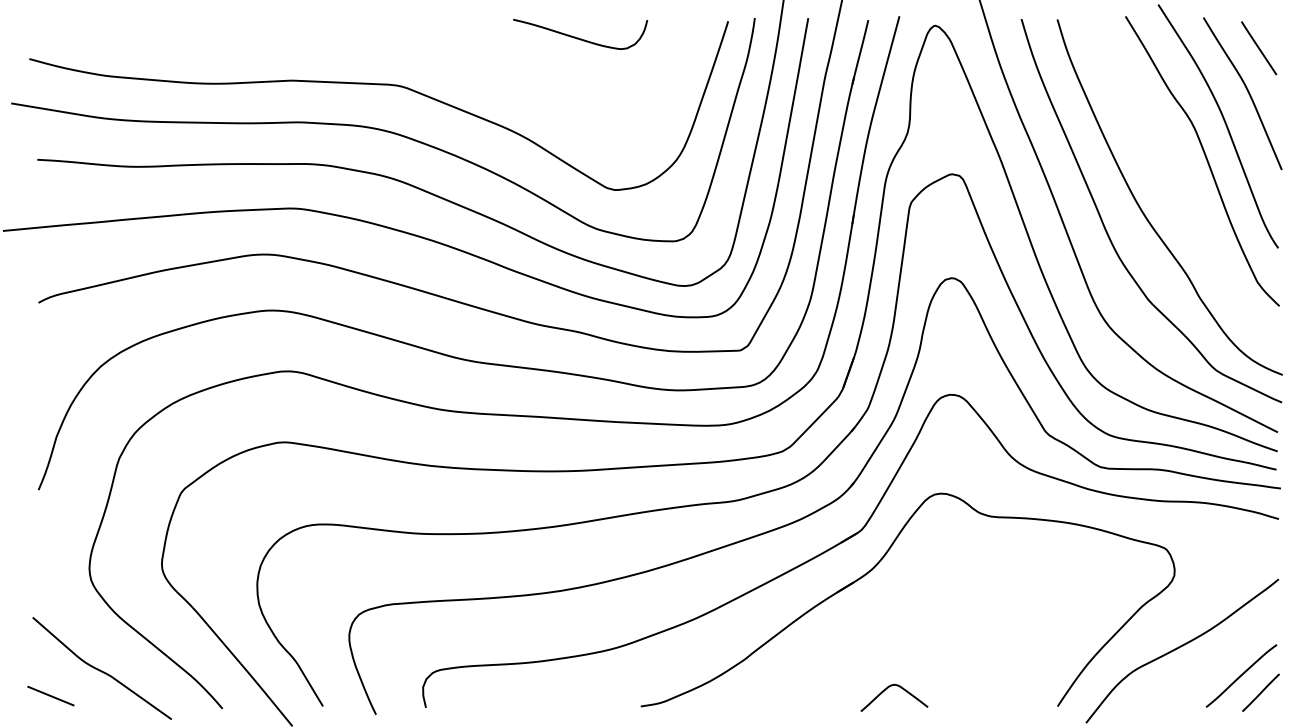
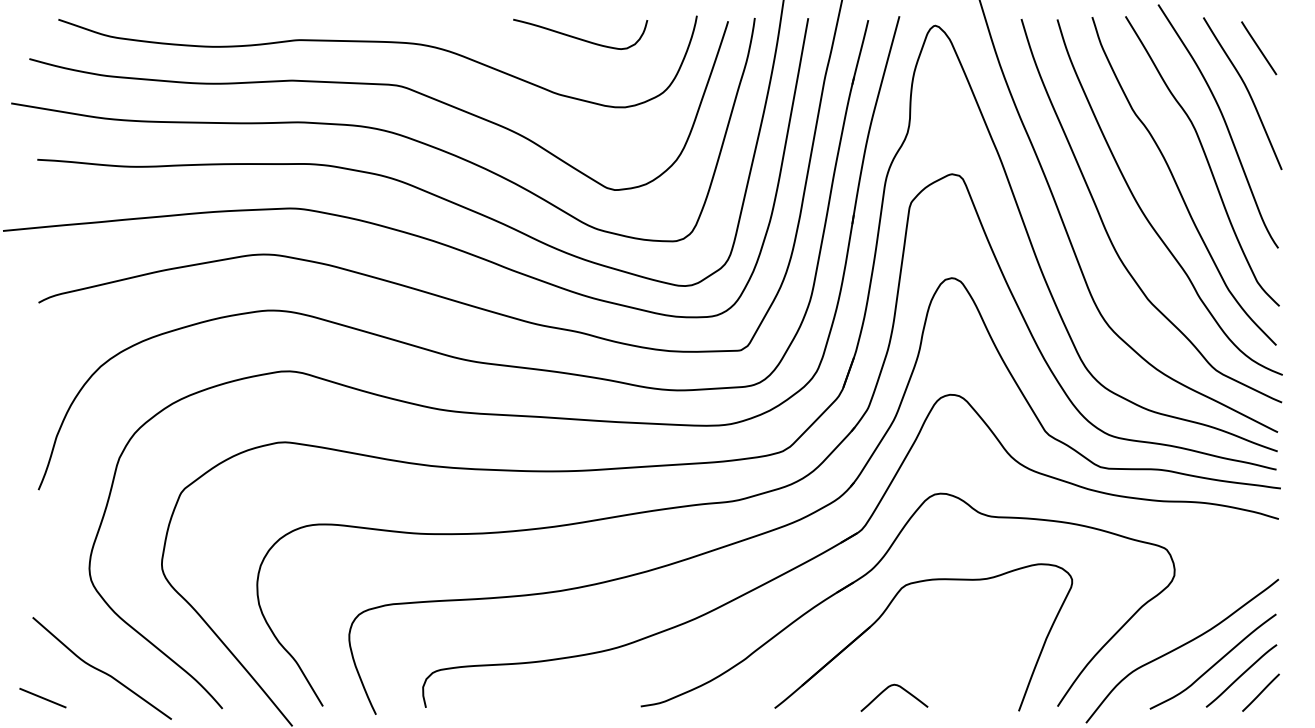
curve at (377, 42): none -> present
curve at (1177, 183): none -> present
part at (887, 609): none -> present
curve at (1214, 663): none -> present
line at (50, 696) position: (50, 696) -> (42, 698)
